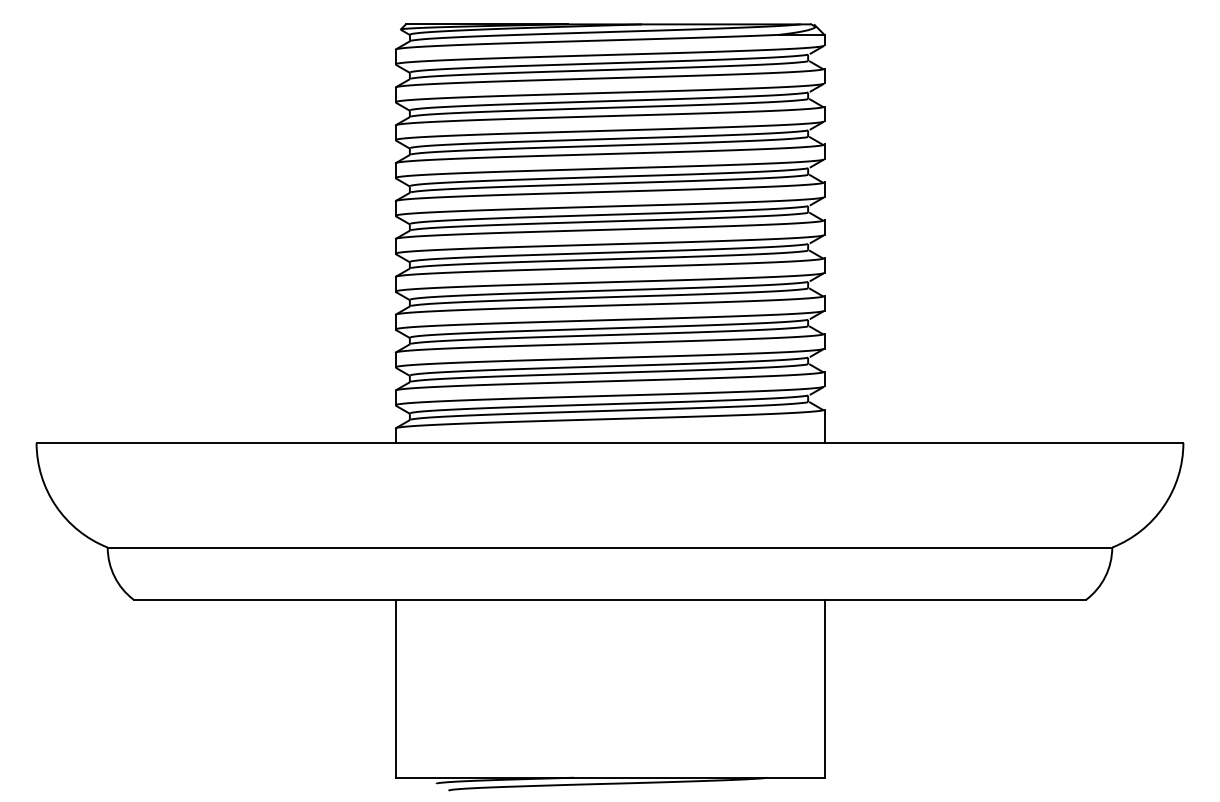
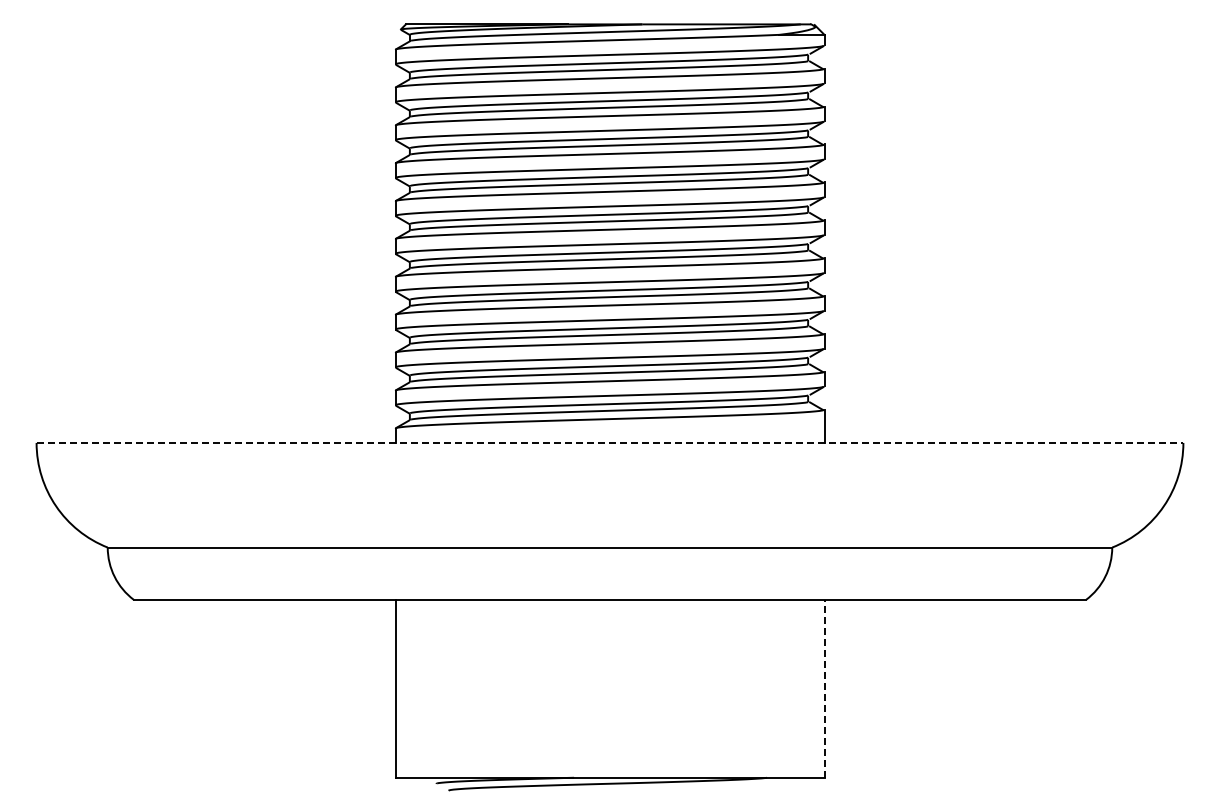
line at (610, 442): solid -> dashed
line at (824, 688): solid -> dashed
